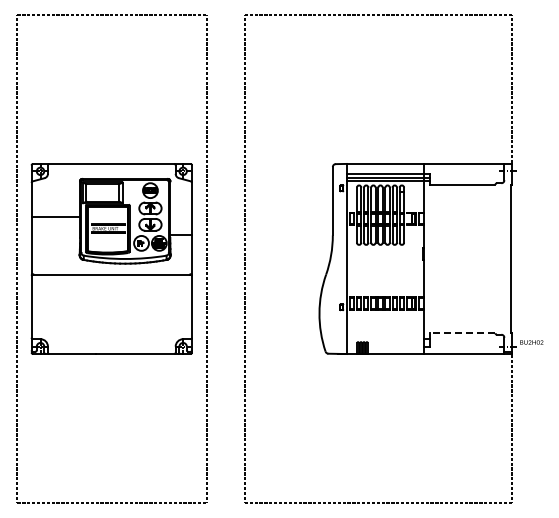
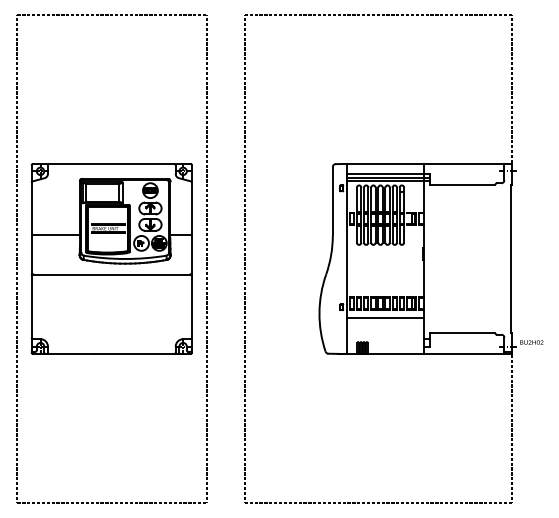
line at (55, 217) position: (55, 217) -> (55, 235)
line at (385, 317): none -> present
line at (462, 332): dashed -> solid
